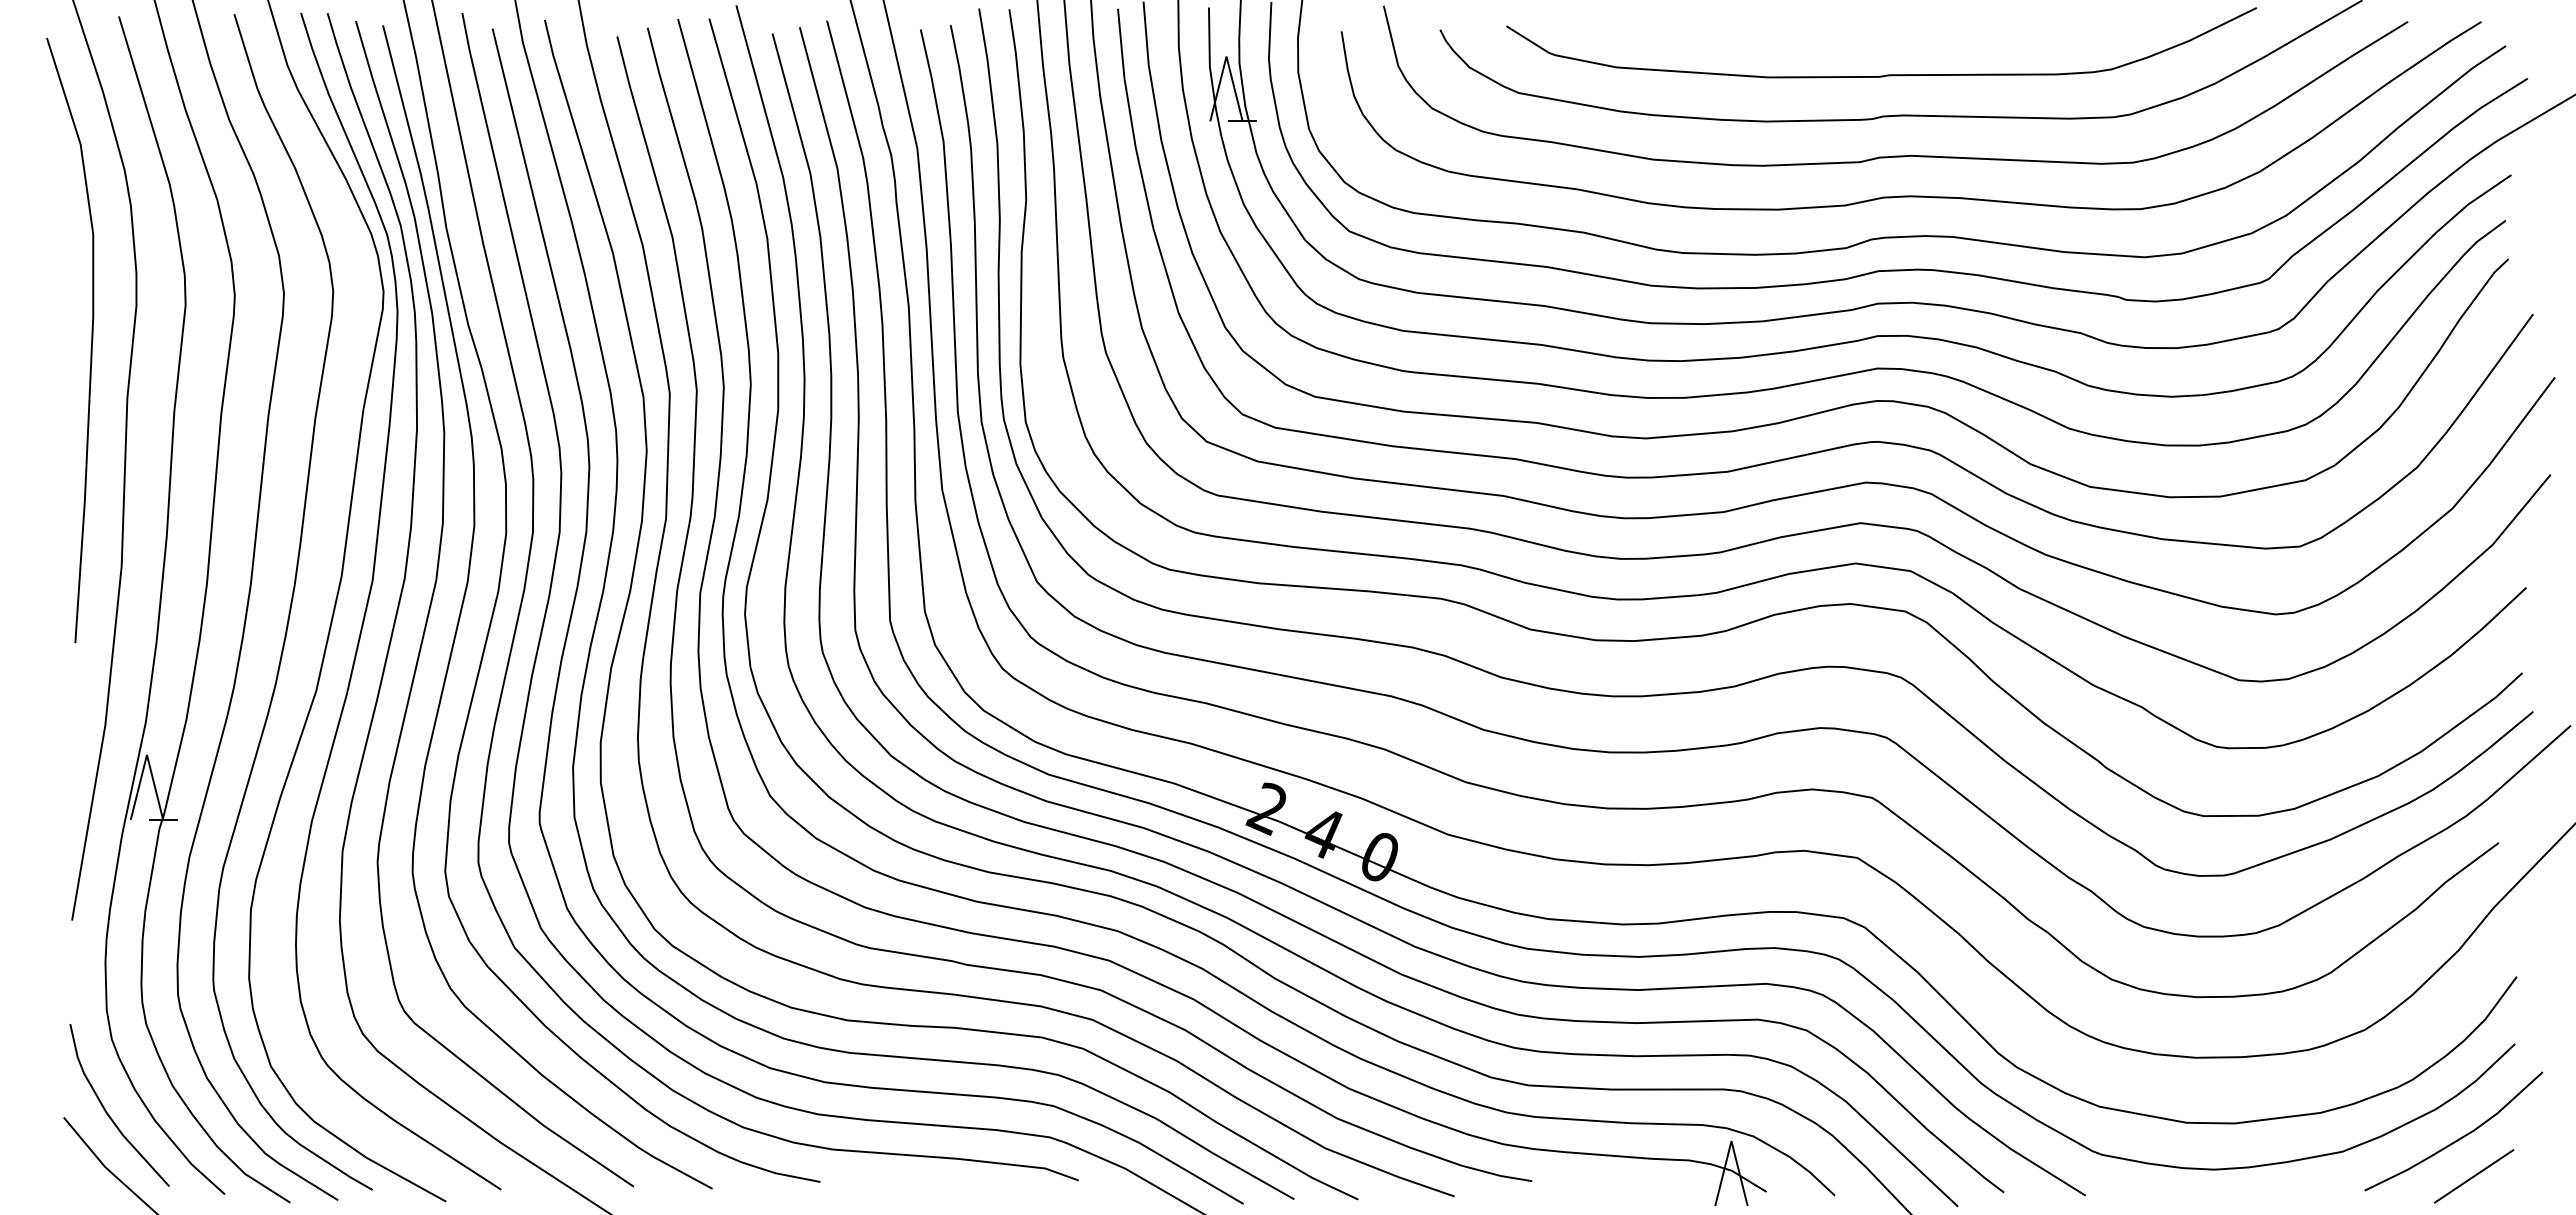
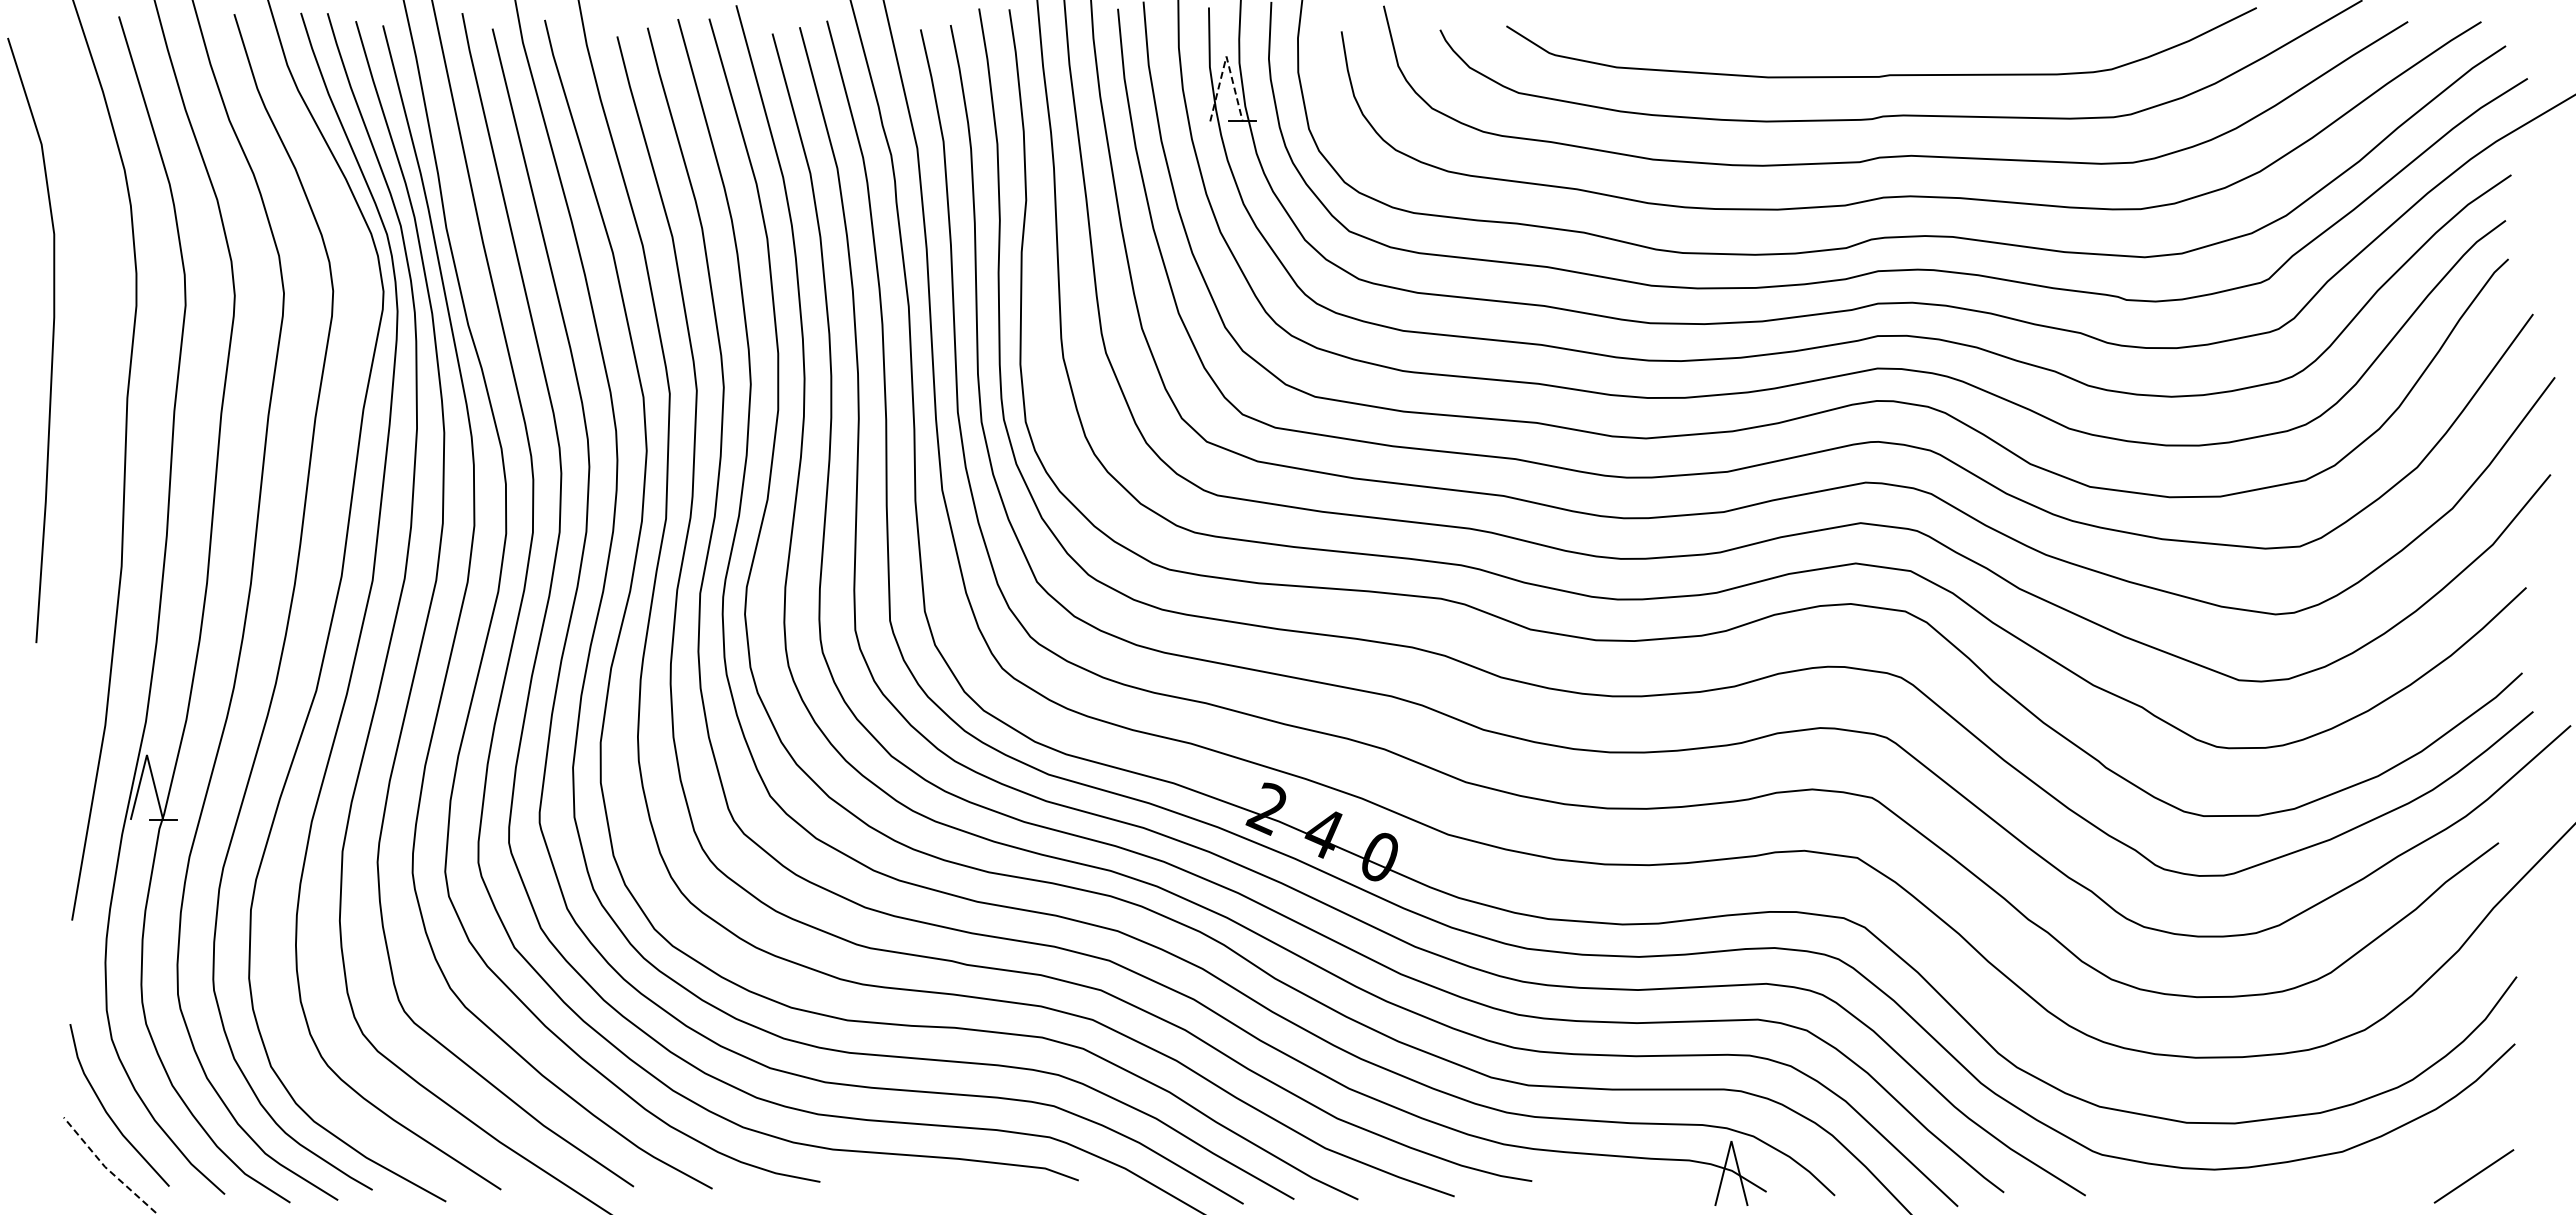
line at (1226, 56): solid -> dashed
curve at (91, 340) position: (91, 340) -> (52, 340)
curve at (2458, 1138): present -> none
line at (107, 1168): solid -> dashed
